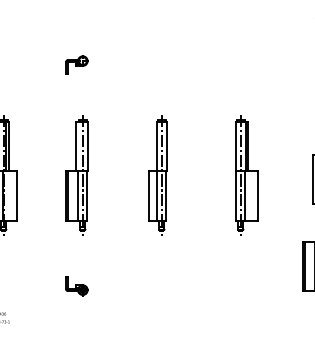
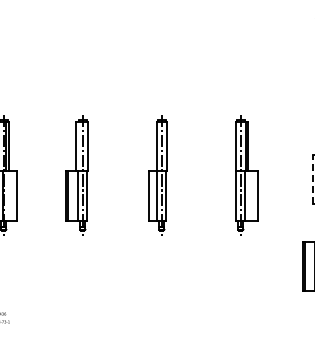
part at (76, 64): present -> none
line at (312, 179): solid -> dashed
part at (76, 286): present -> none
